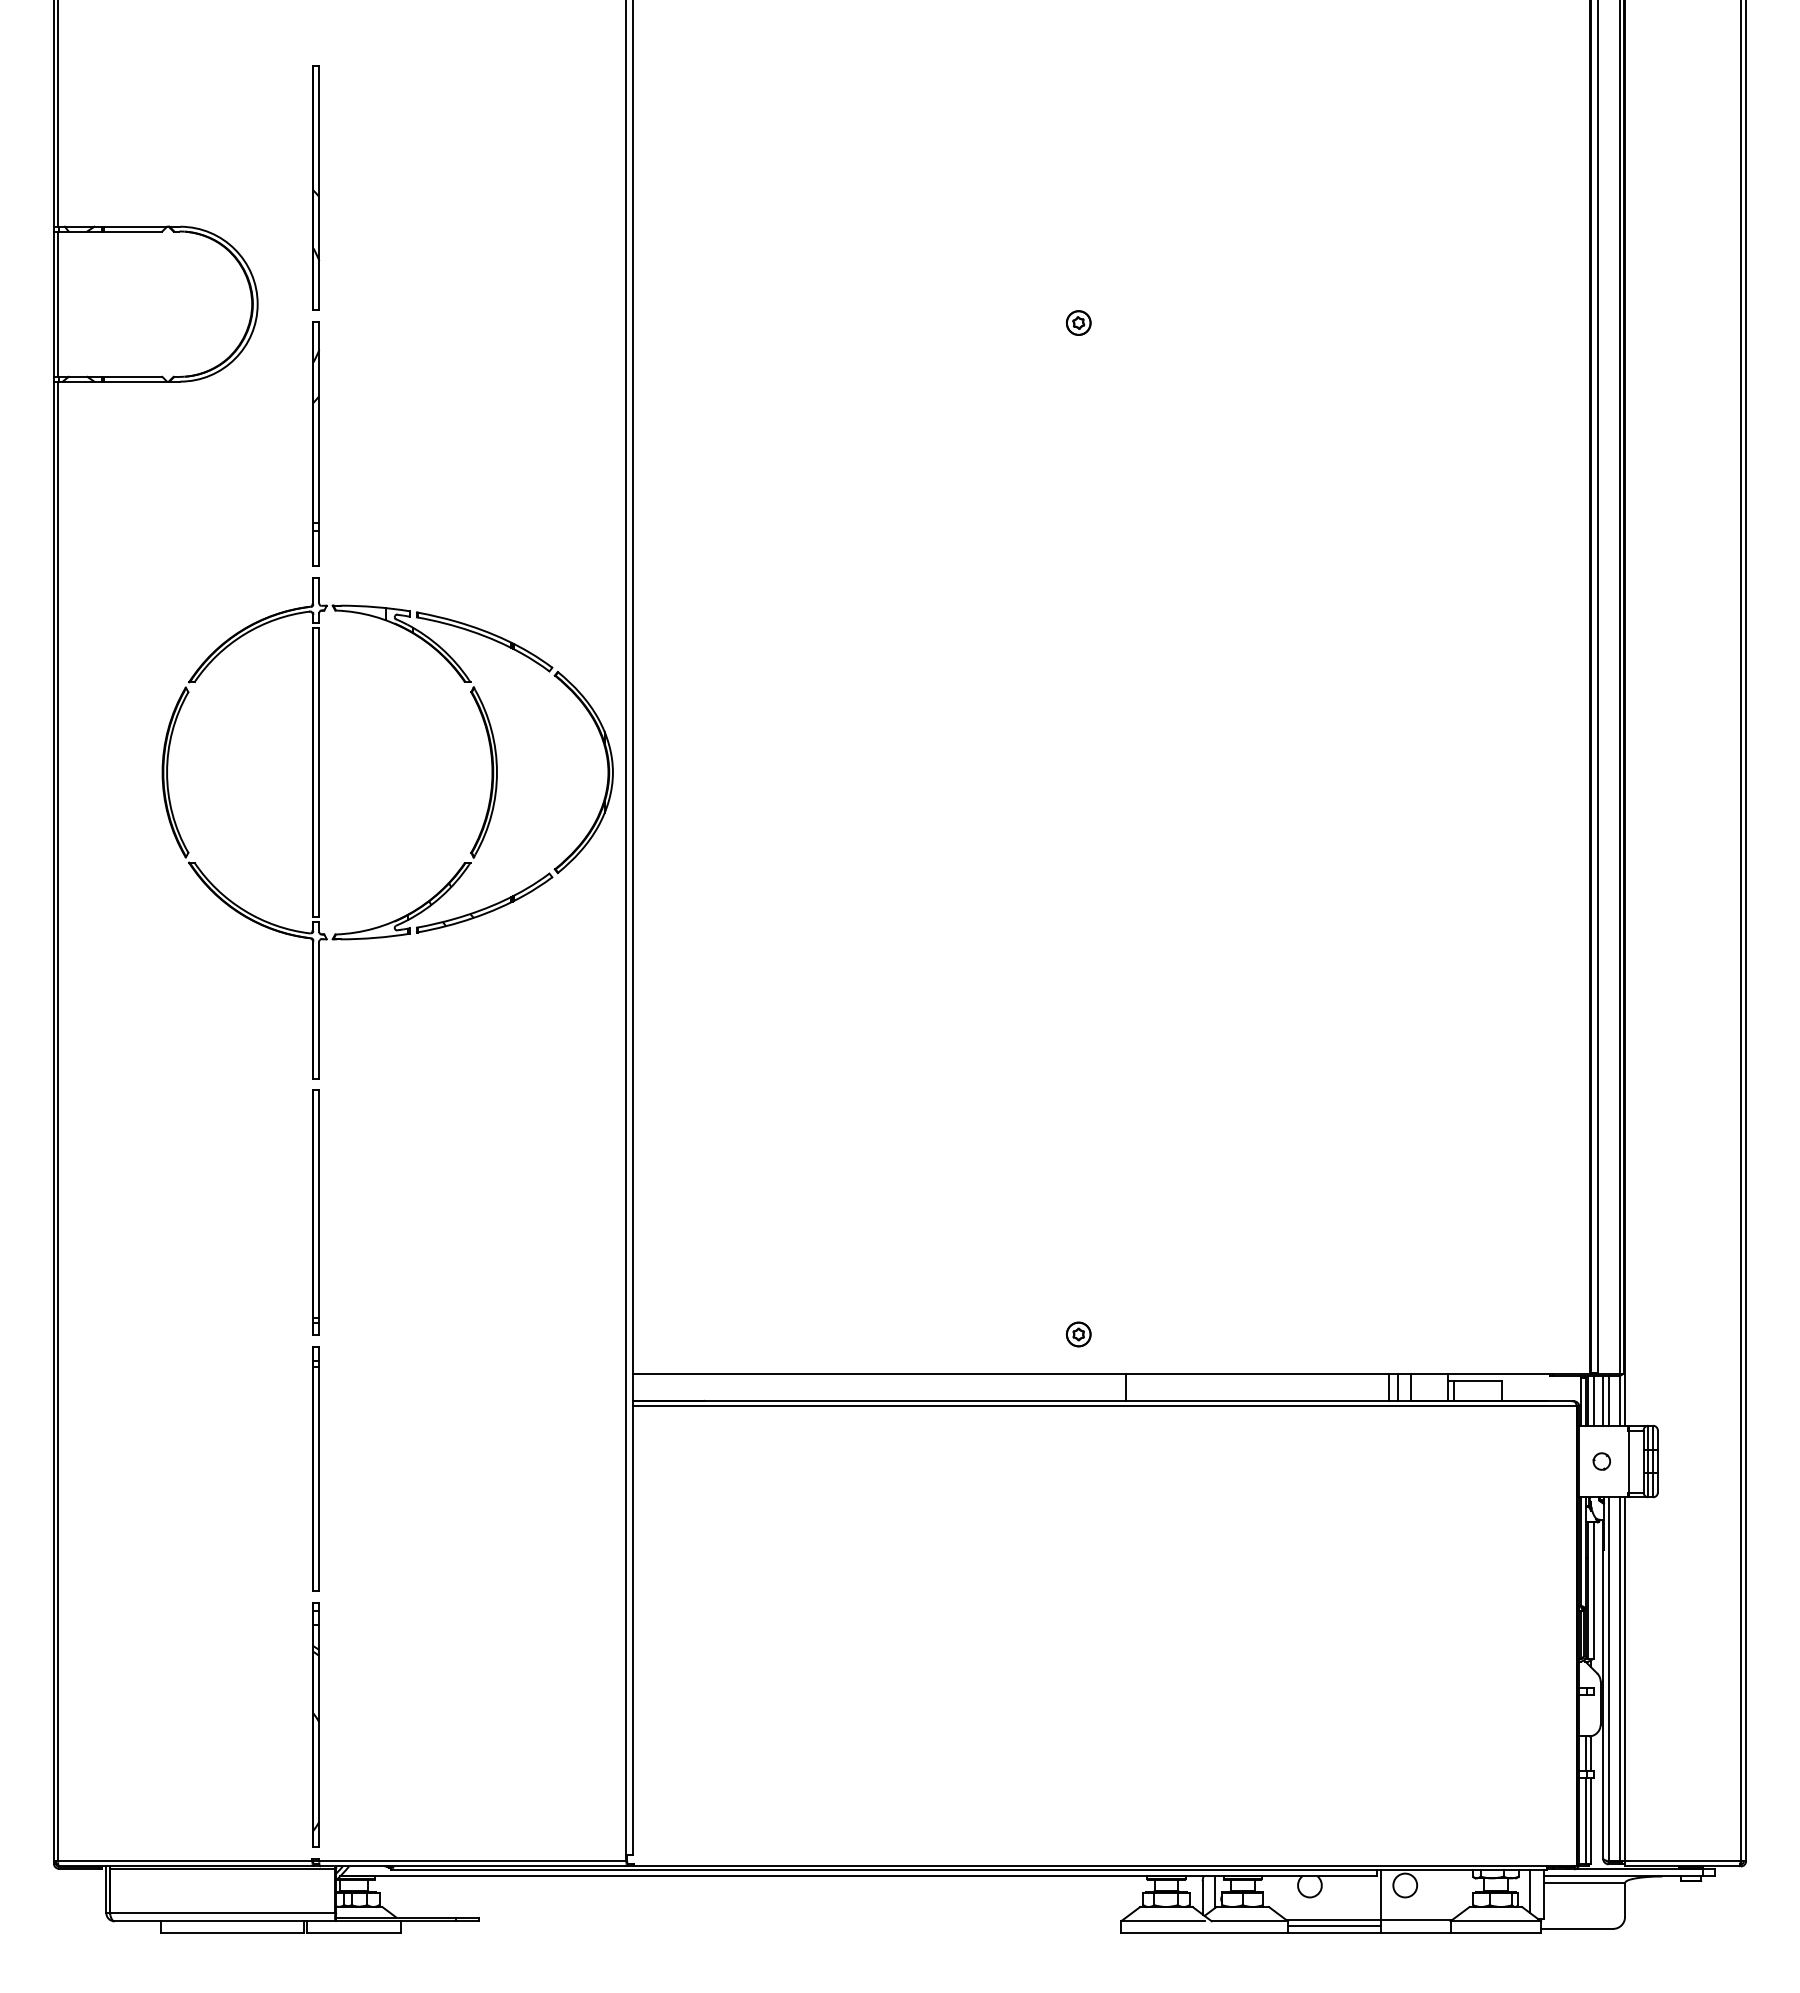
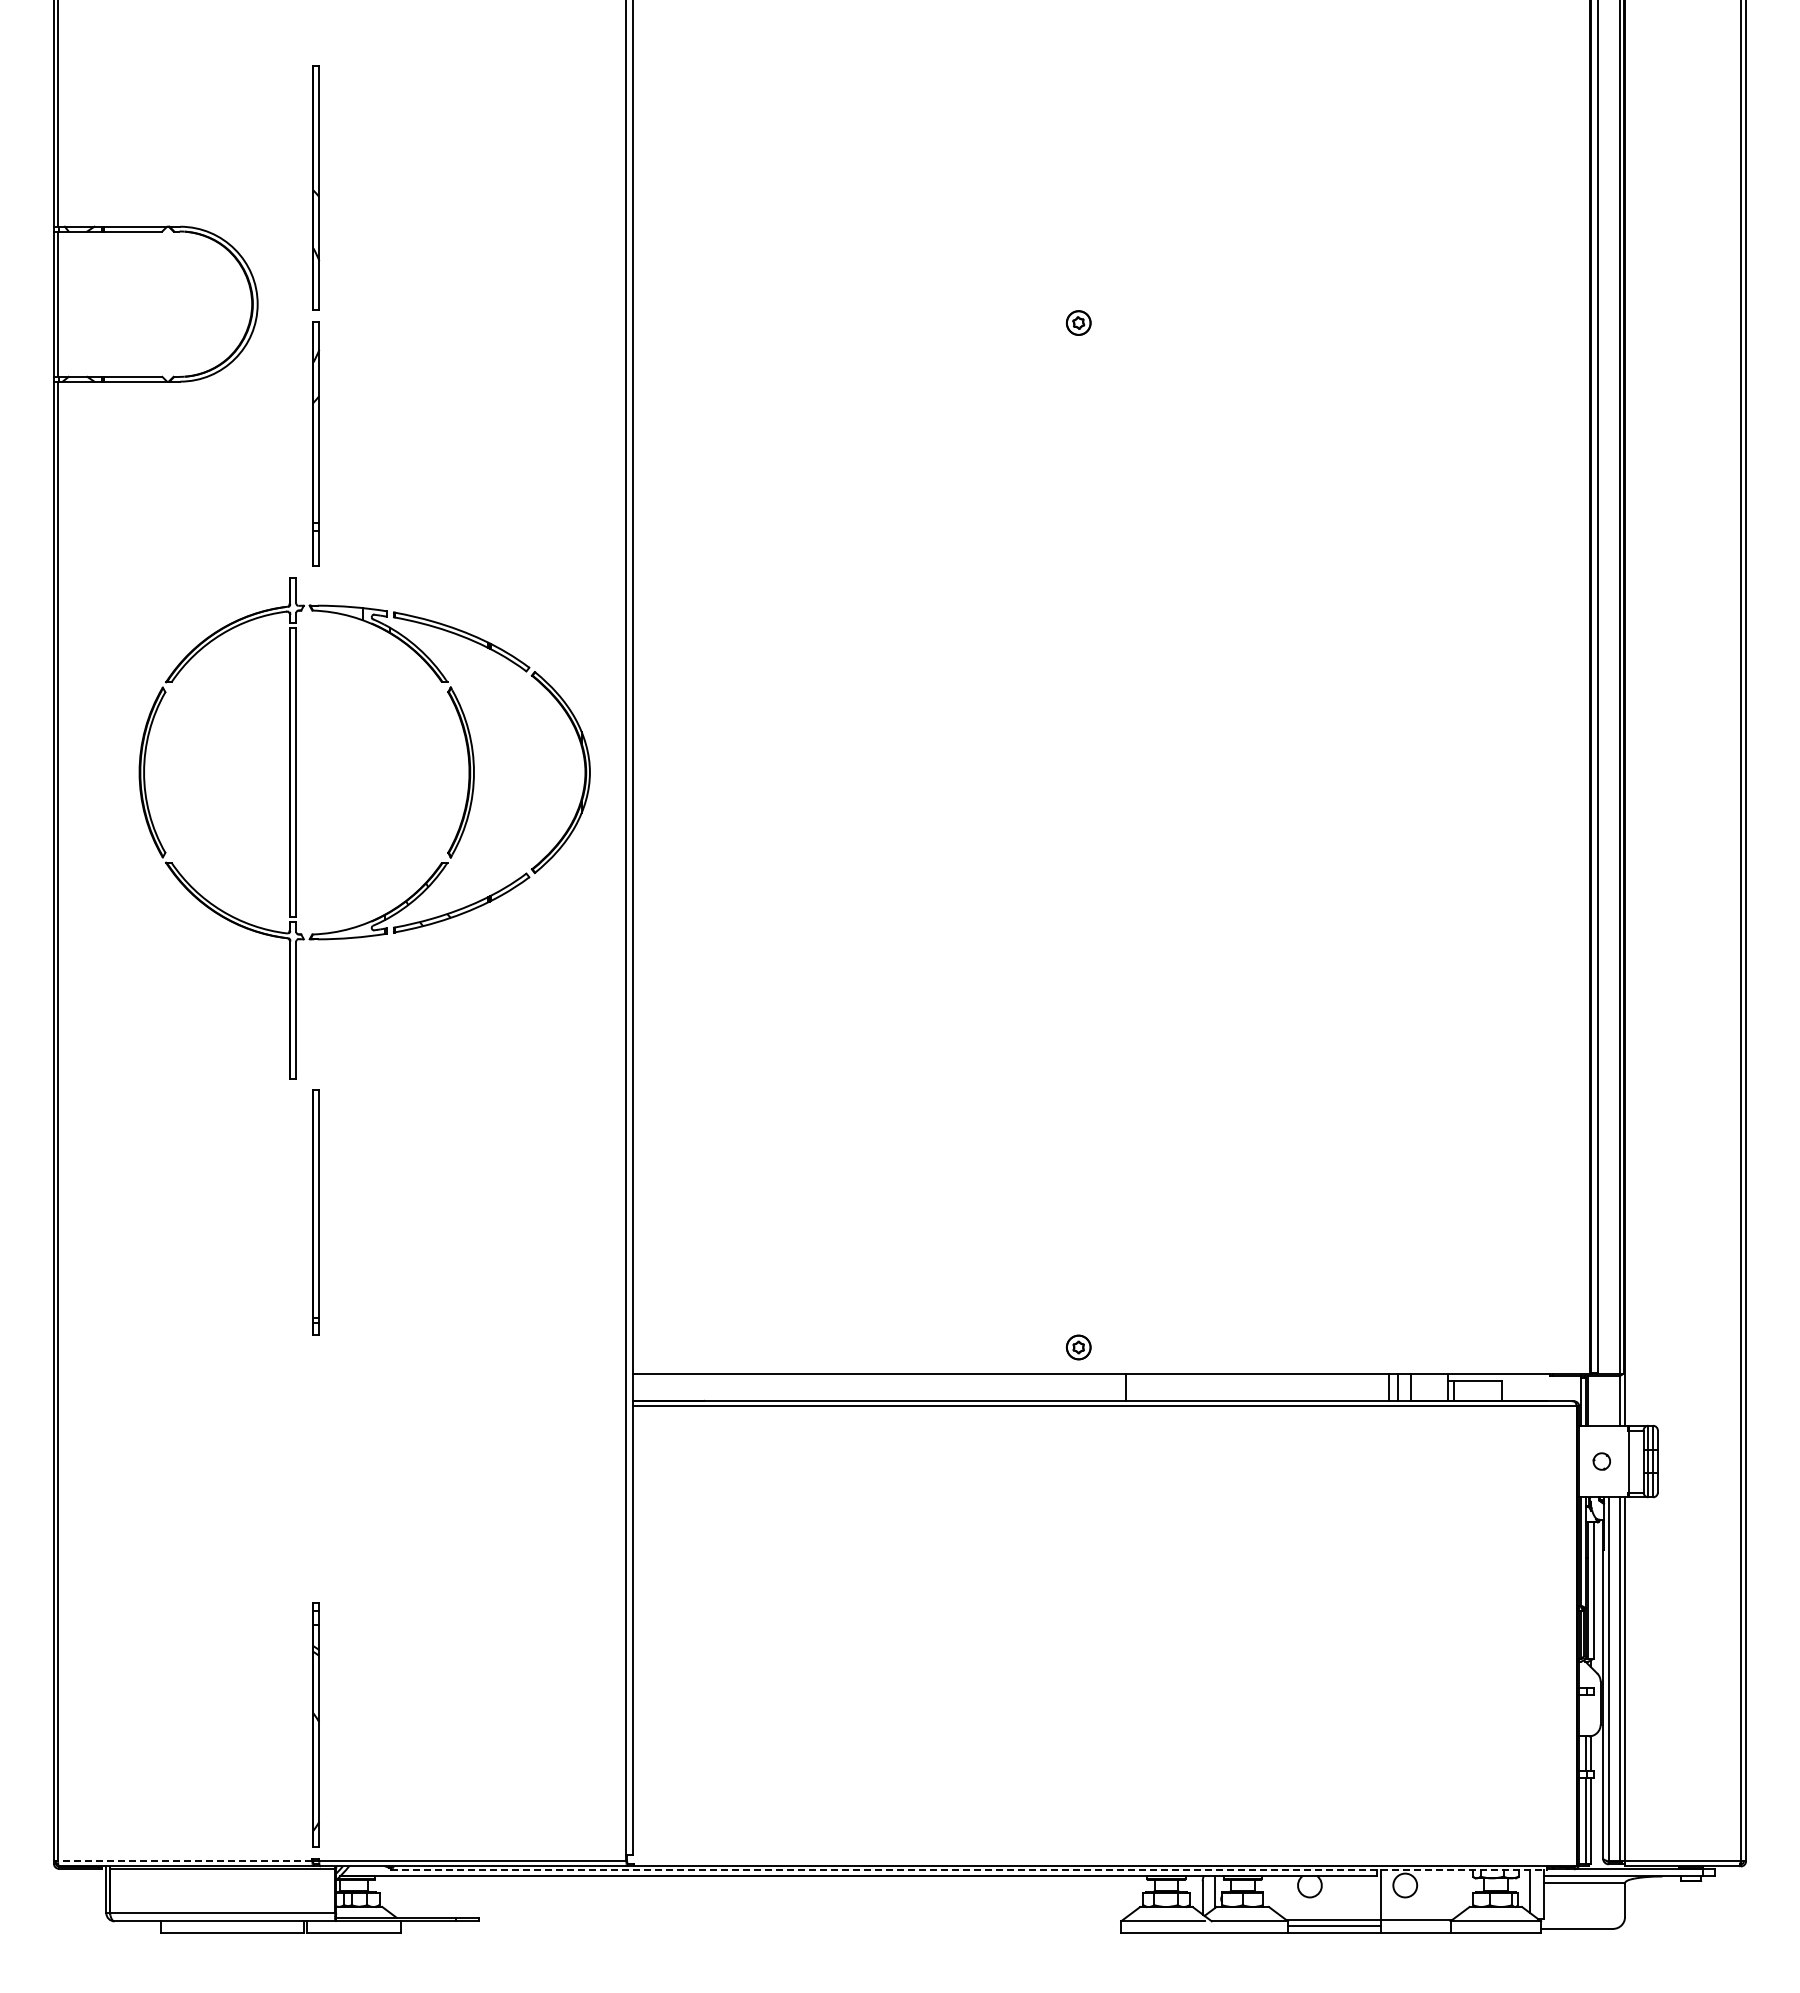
part at (319, 828) position: (319, 828) -> (296, 828)
part at (1078, 1334) position: (1078, 1334) -> (1078, 1347)
line at (1593, 1400): present -> none
line at (1603, 1400): present -> none
line at (1608, 1400): present -> none
part at (315, 1468): present -> none
line at (184, 1861): solid -> dashed
line at (969, 1870): solid -> dashed
